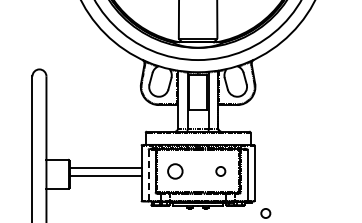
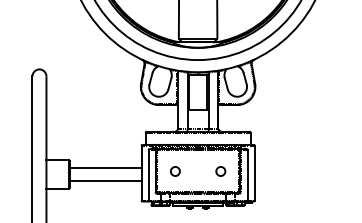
circle at (175, 171) size: 17x17 px -> 11x11 px
line at (105, 175) position: (105, 175) -> (105, 180)
line at (148, 175): dashed -> solid
circle at (265, 213): present -> none
